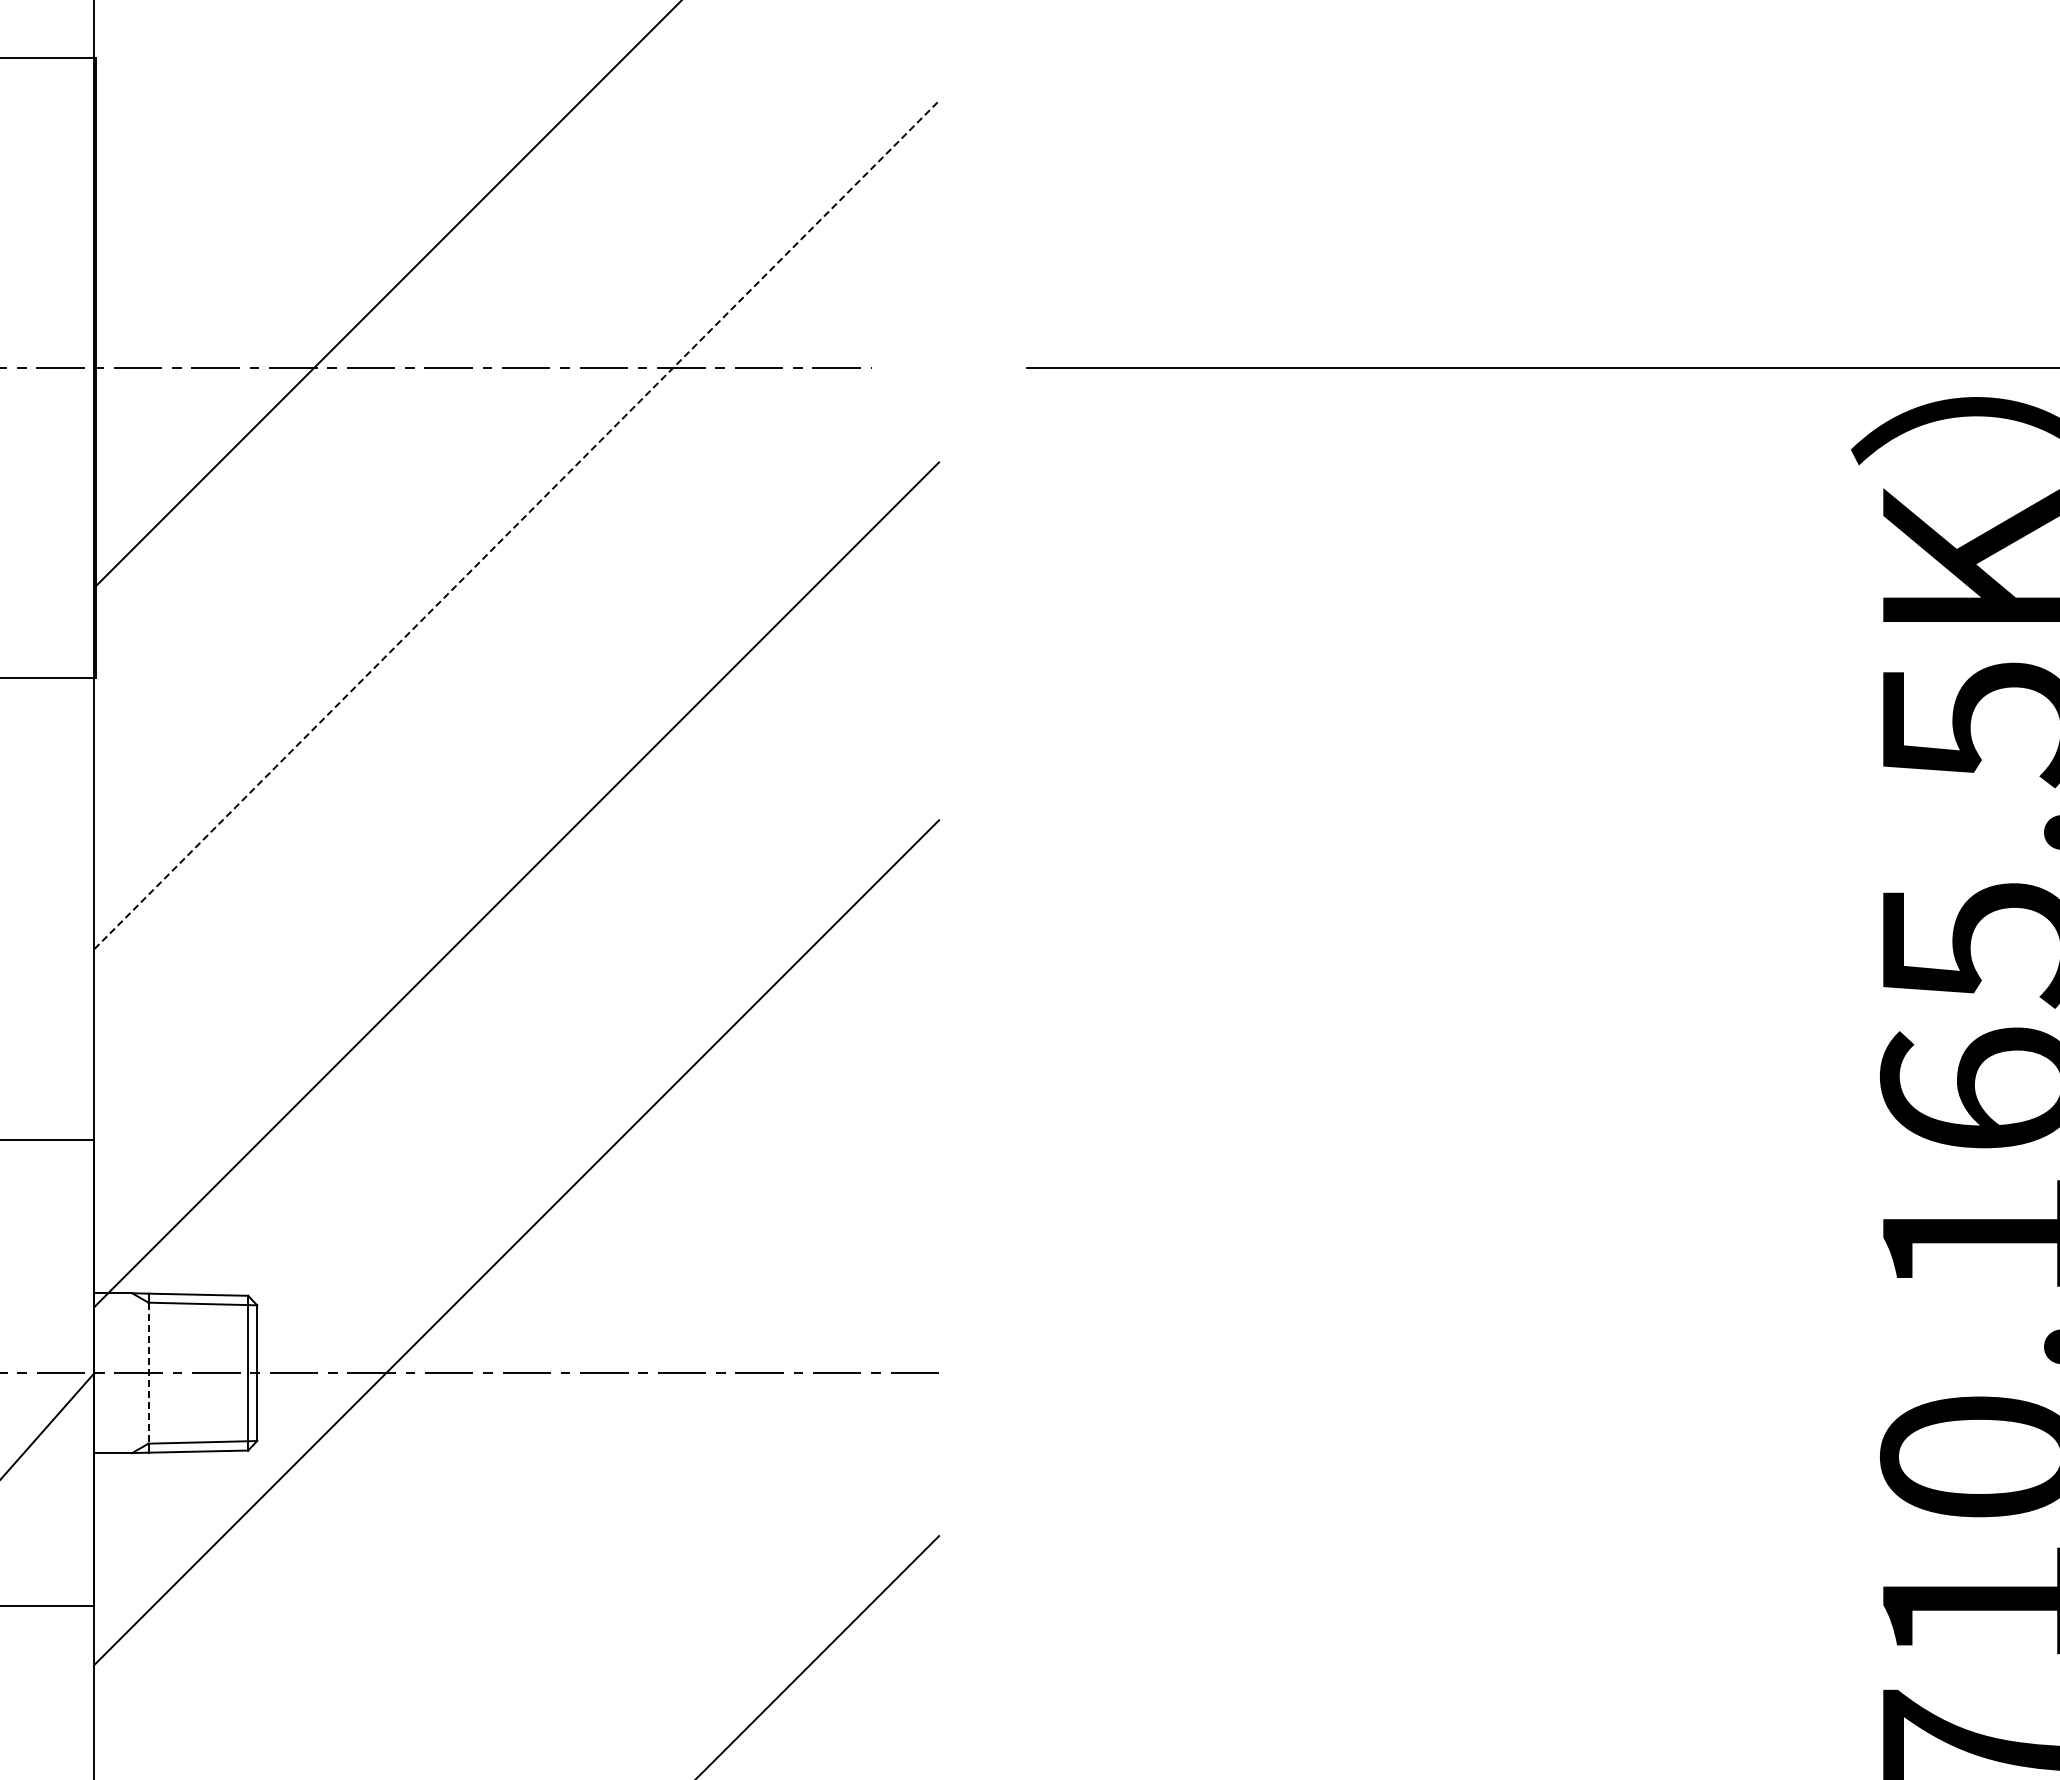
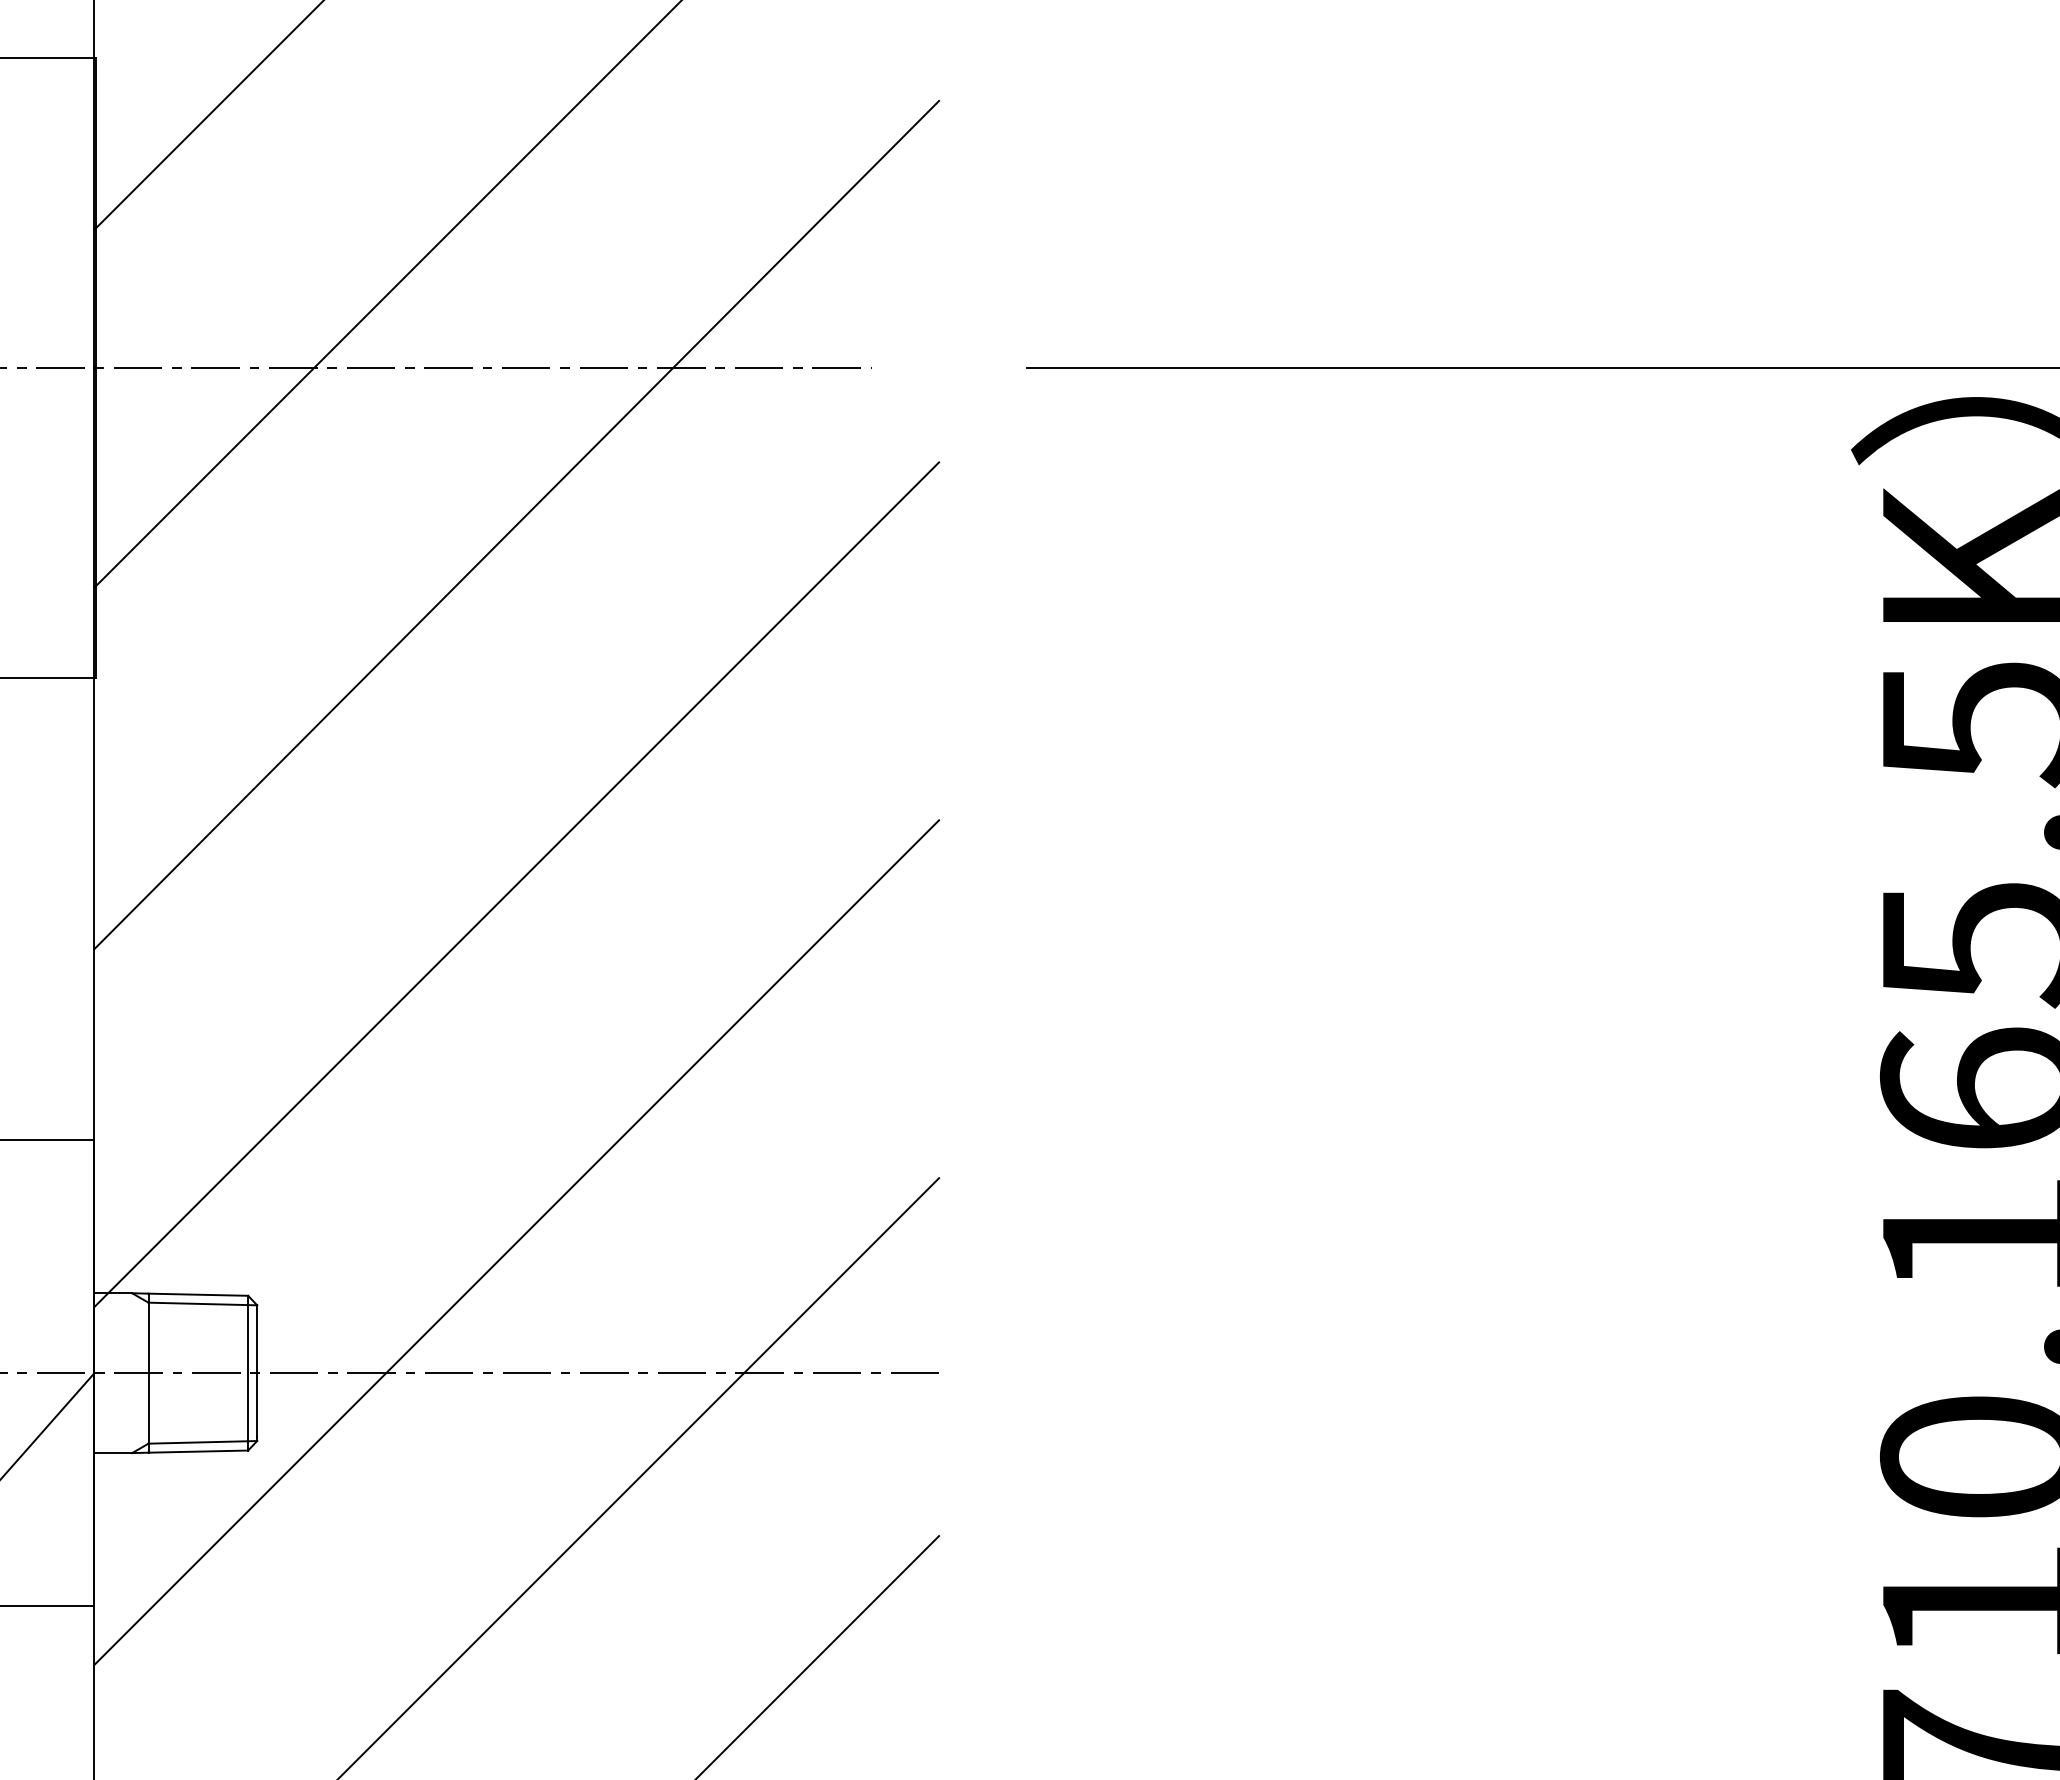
line at (208, 115): none -> present
line at (517, 524): dashed -> solid
line at (148, 1373): dashed -> solid
line at (639, 1477): none -> present
